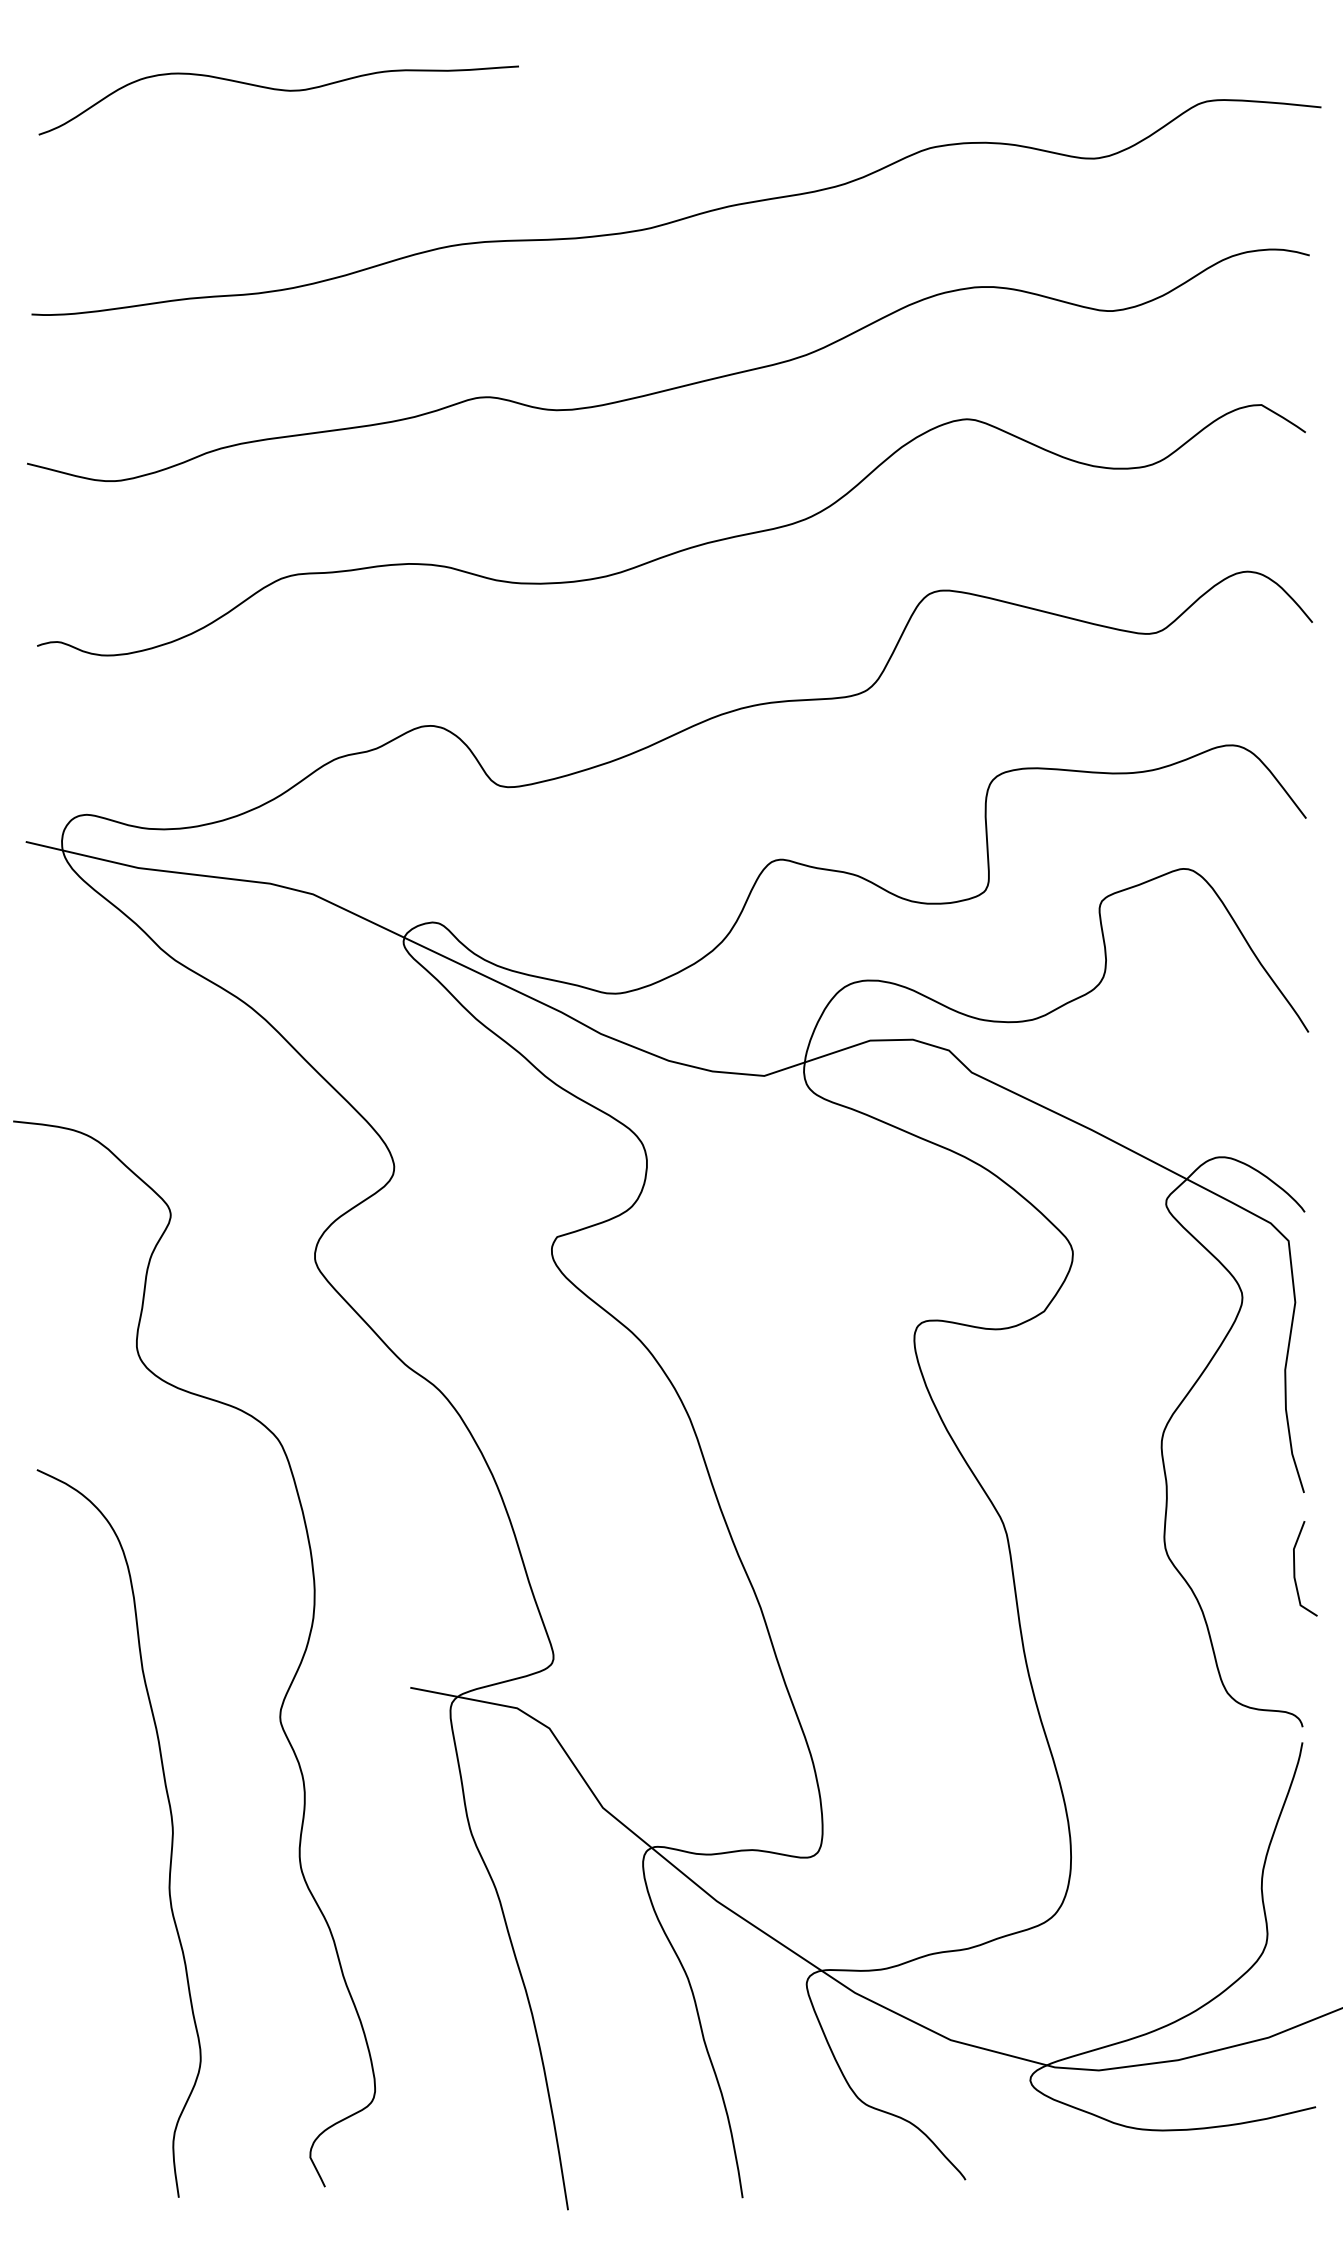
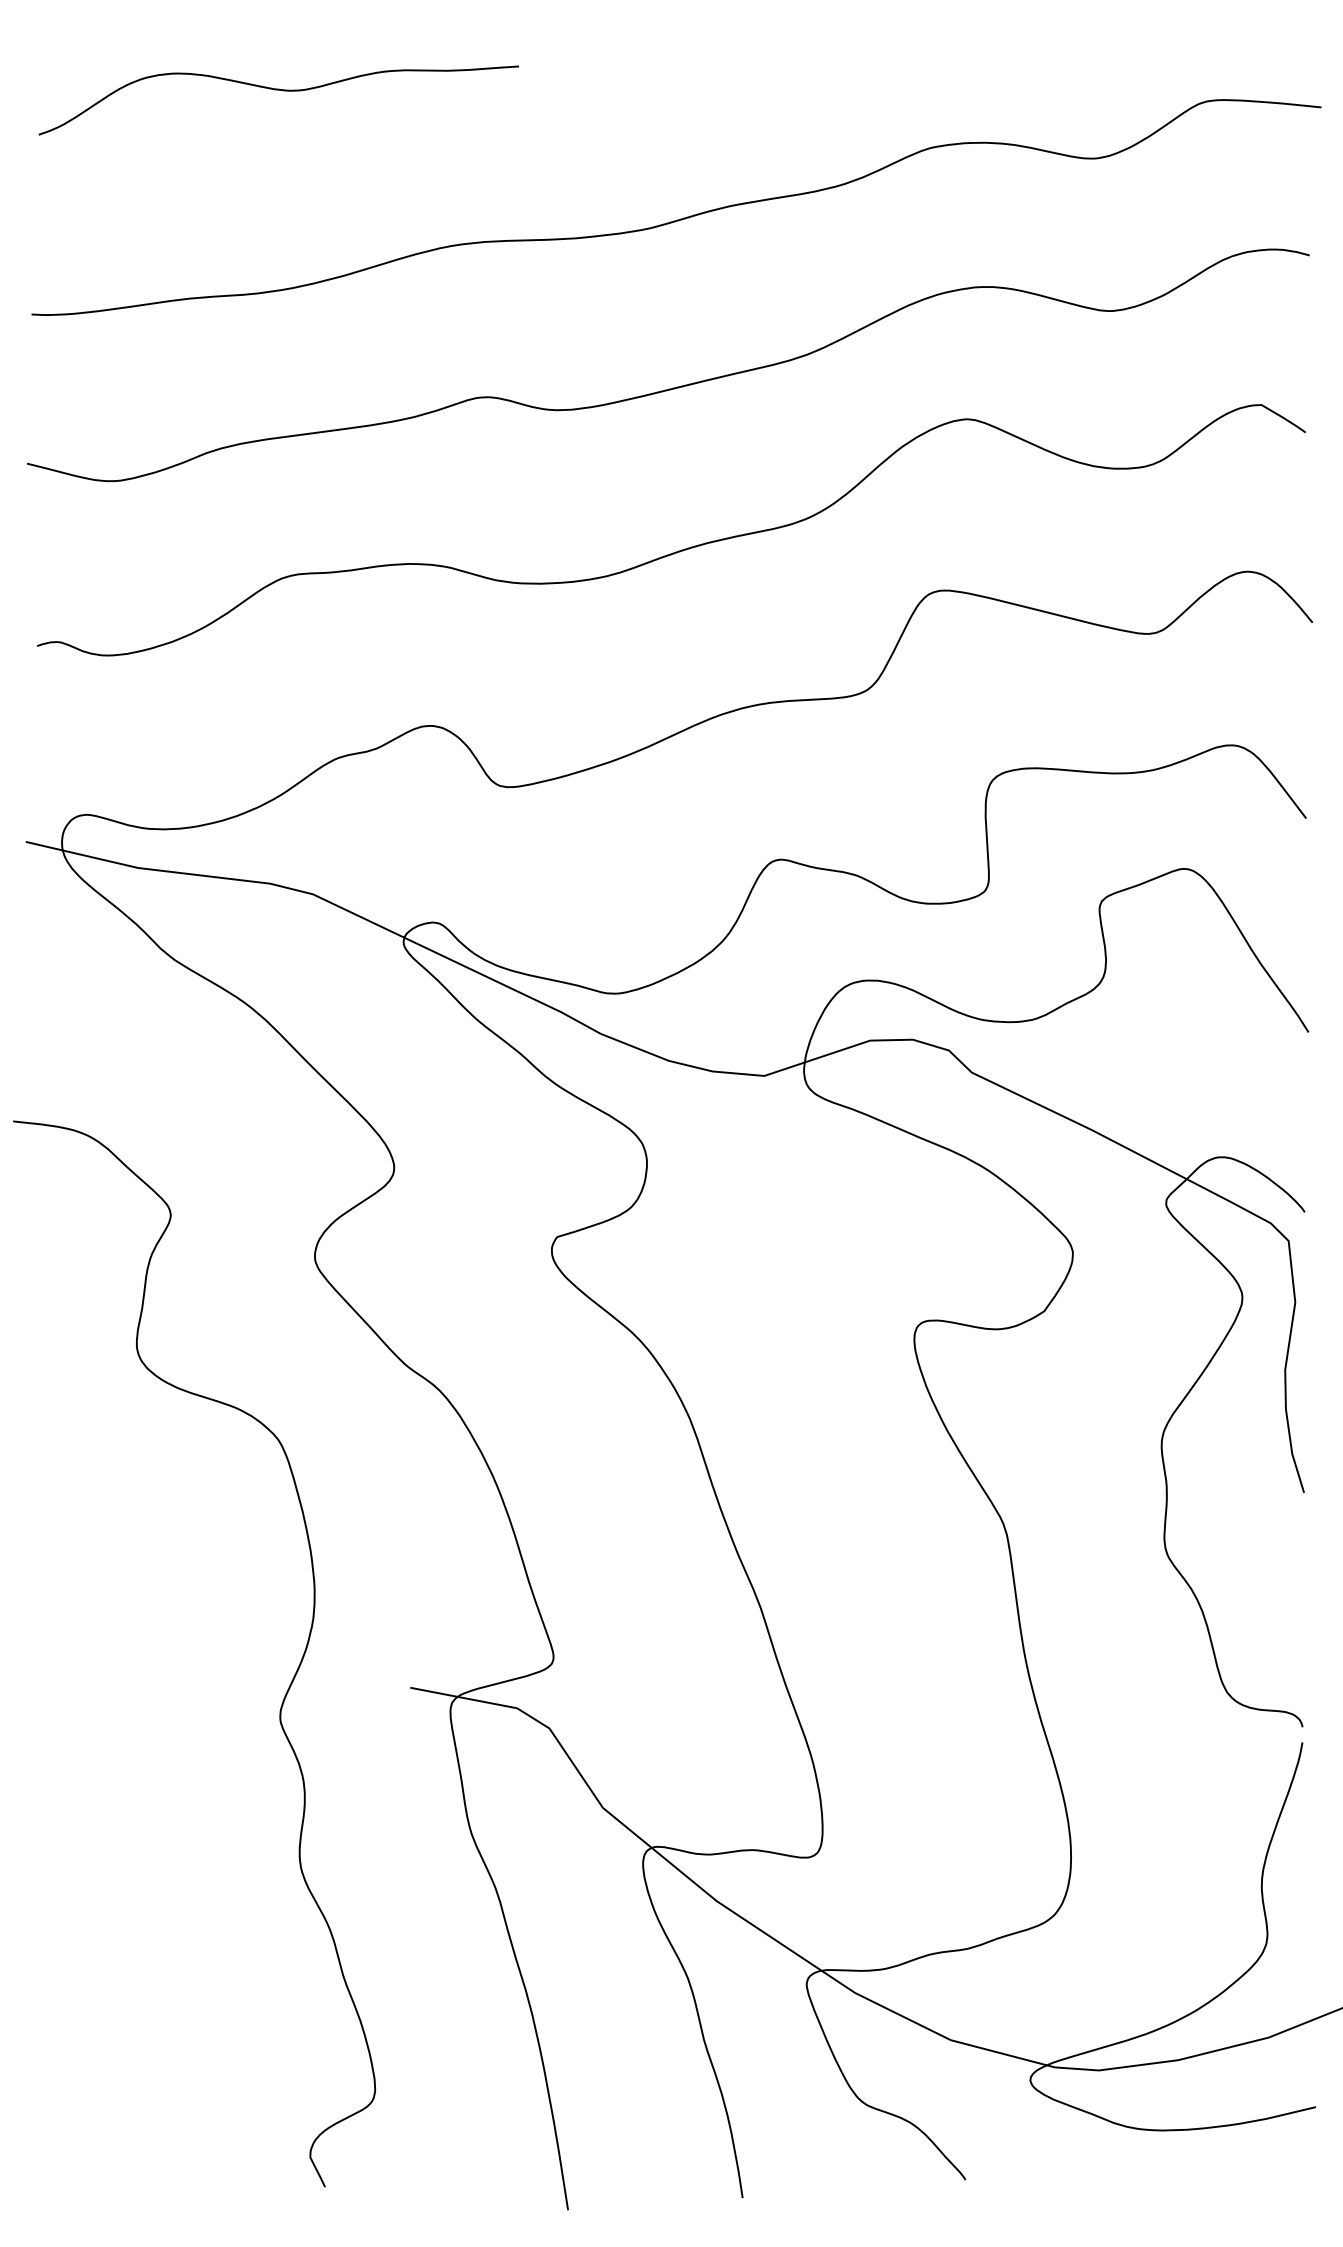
line at (1295, 1568): present -> none
curve at (171, 1835): present -> none
